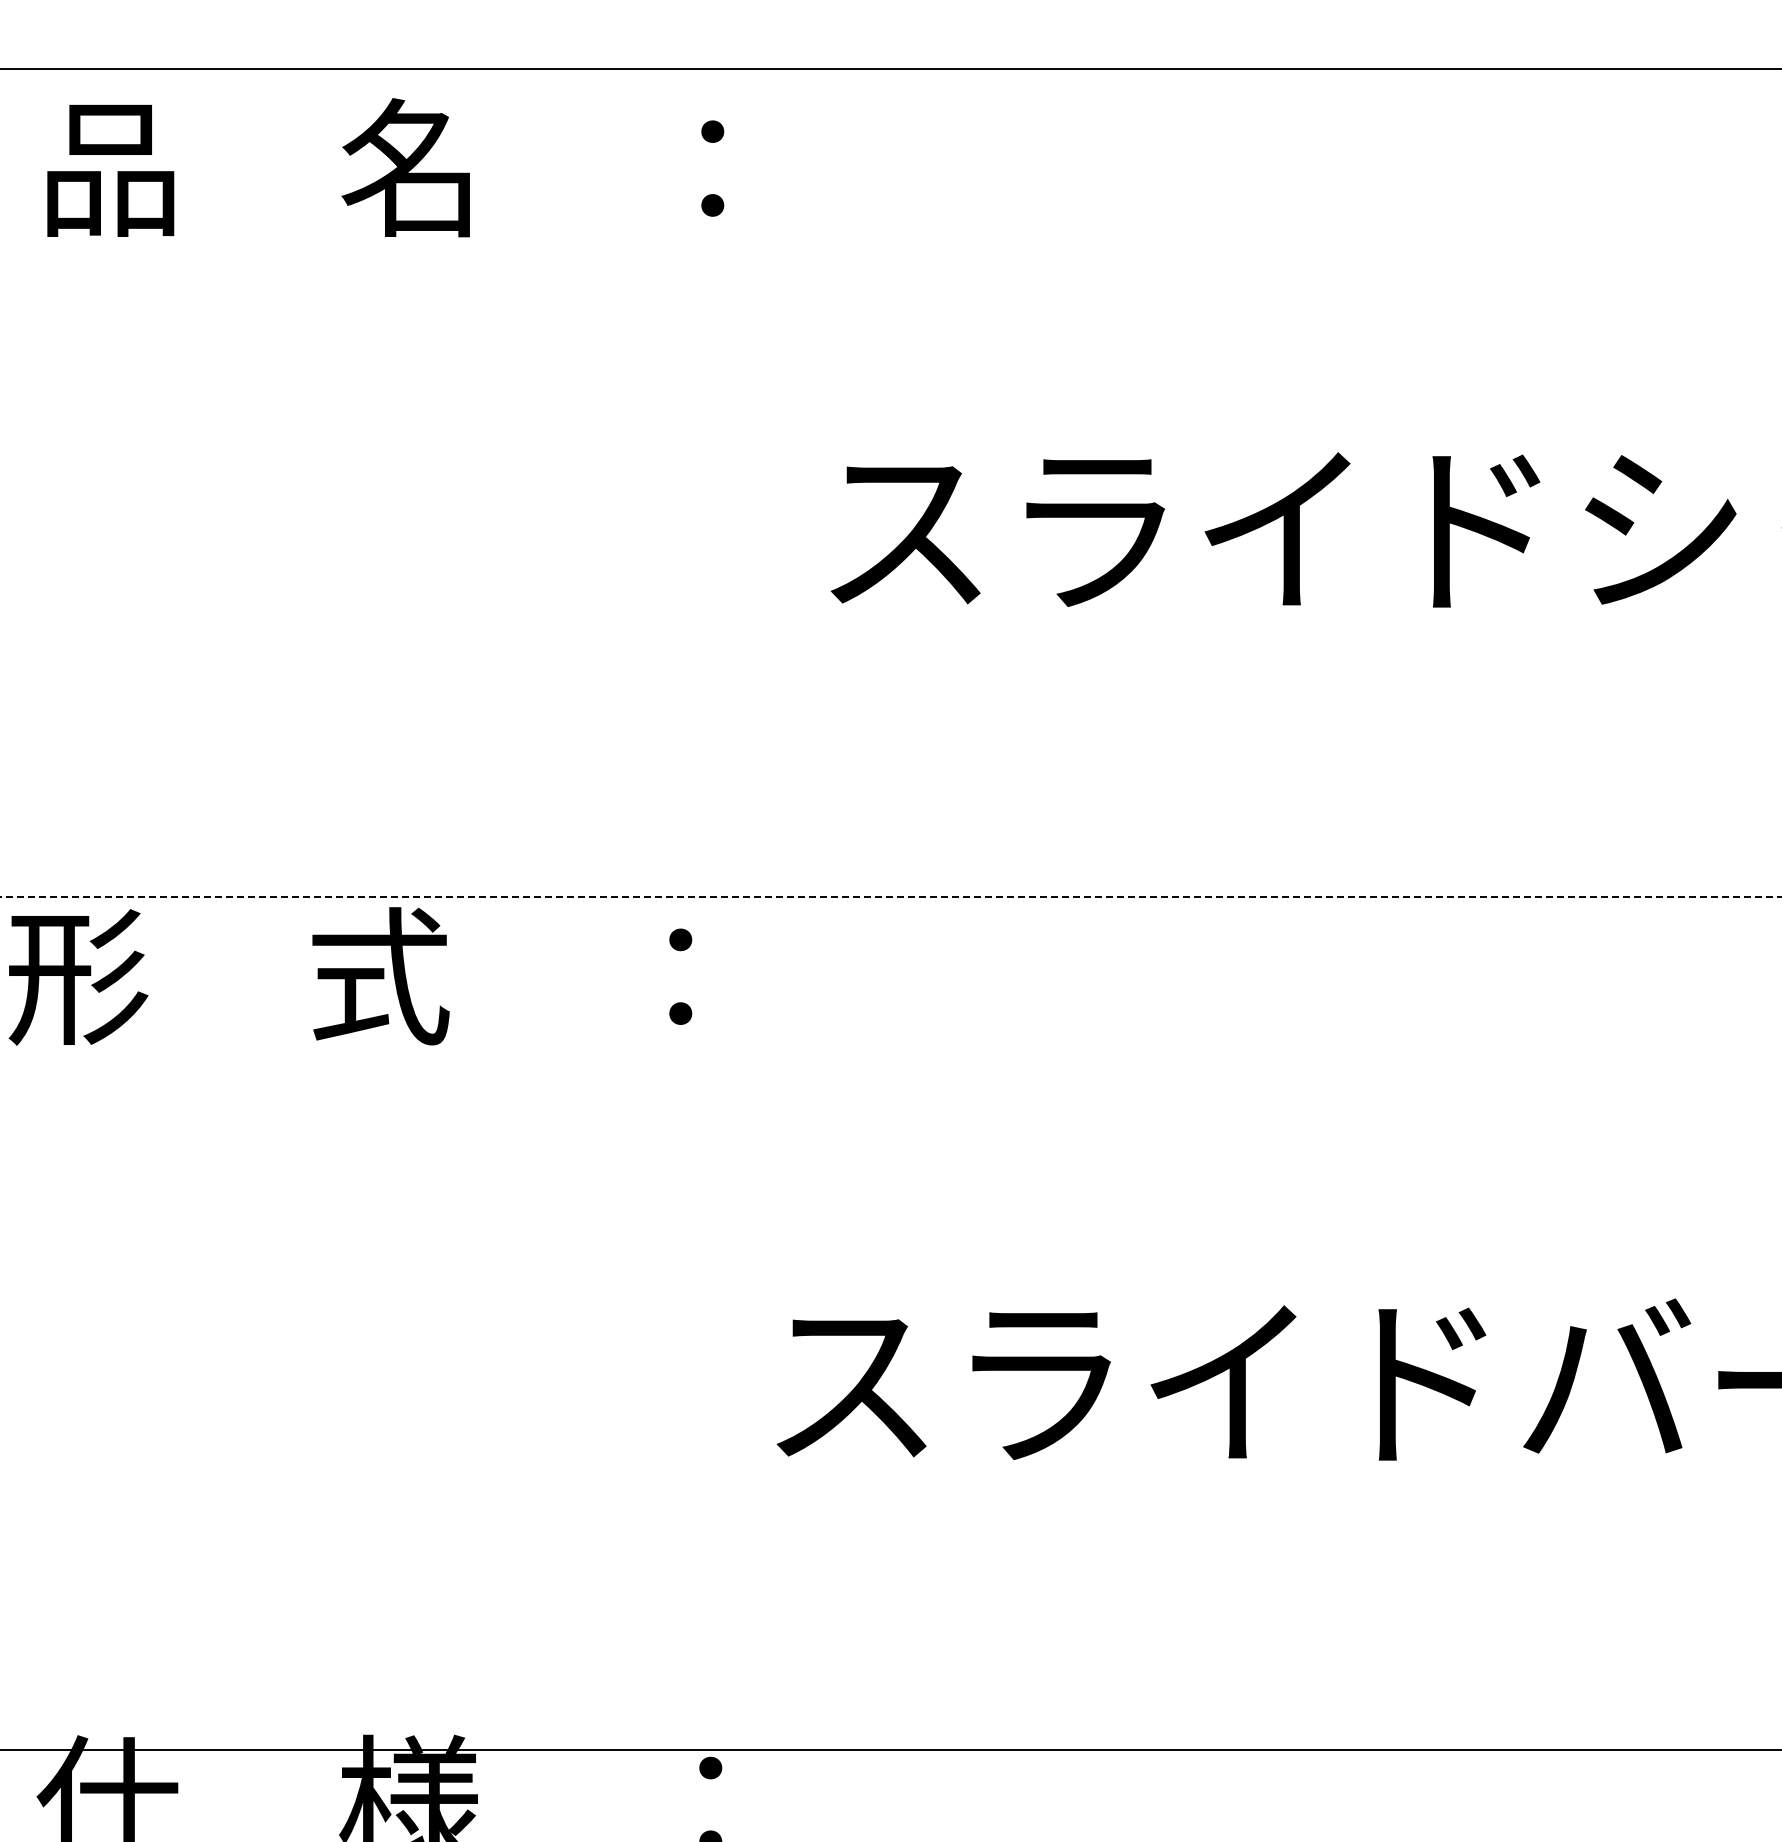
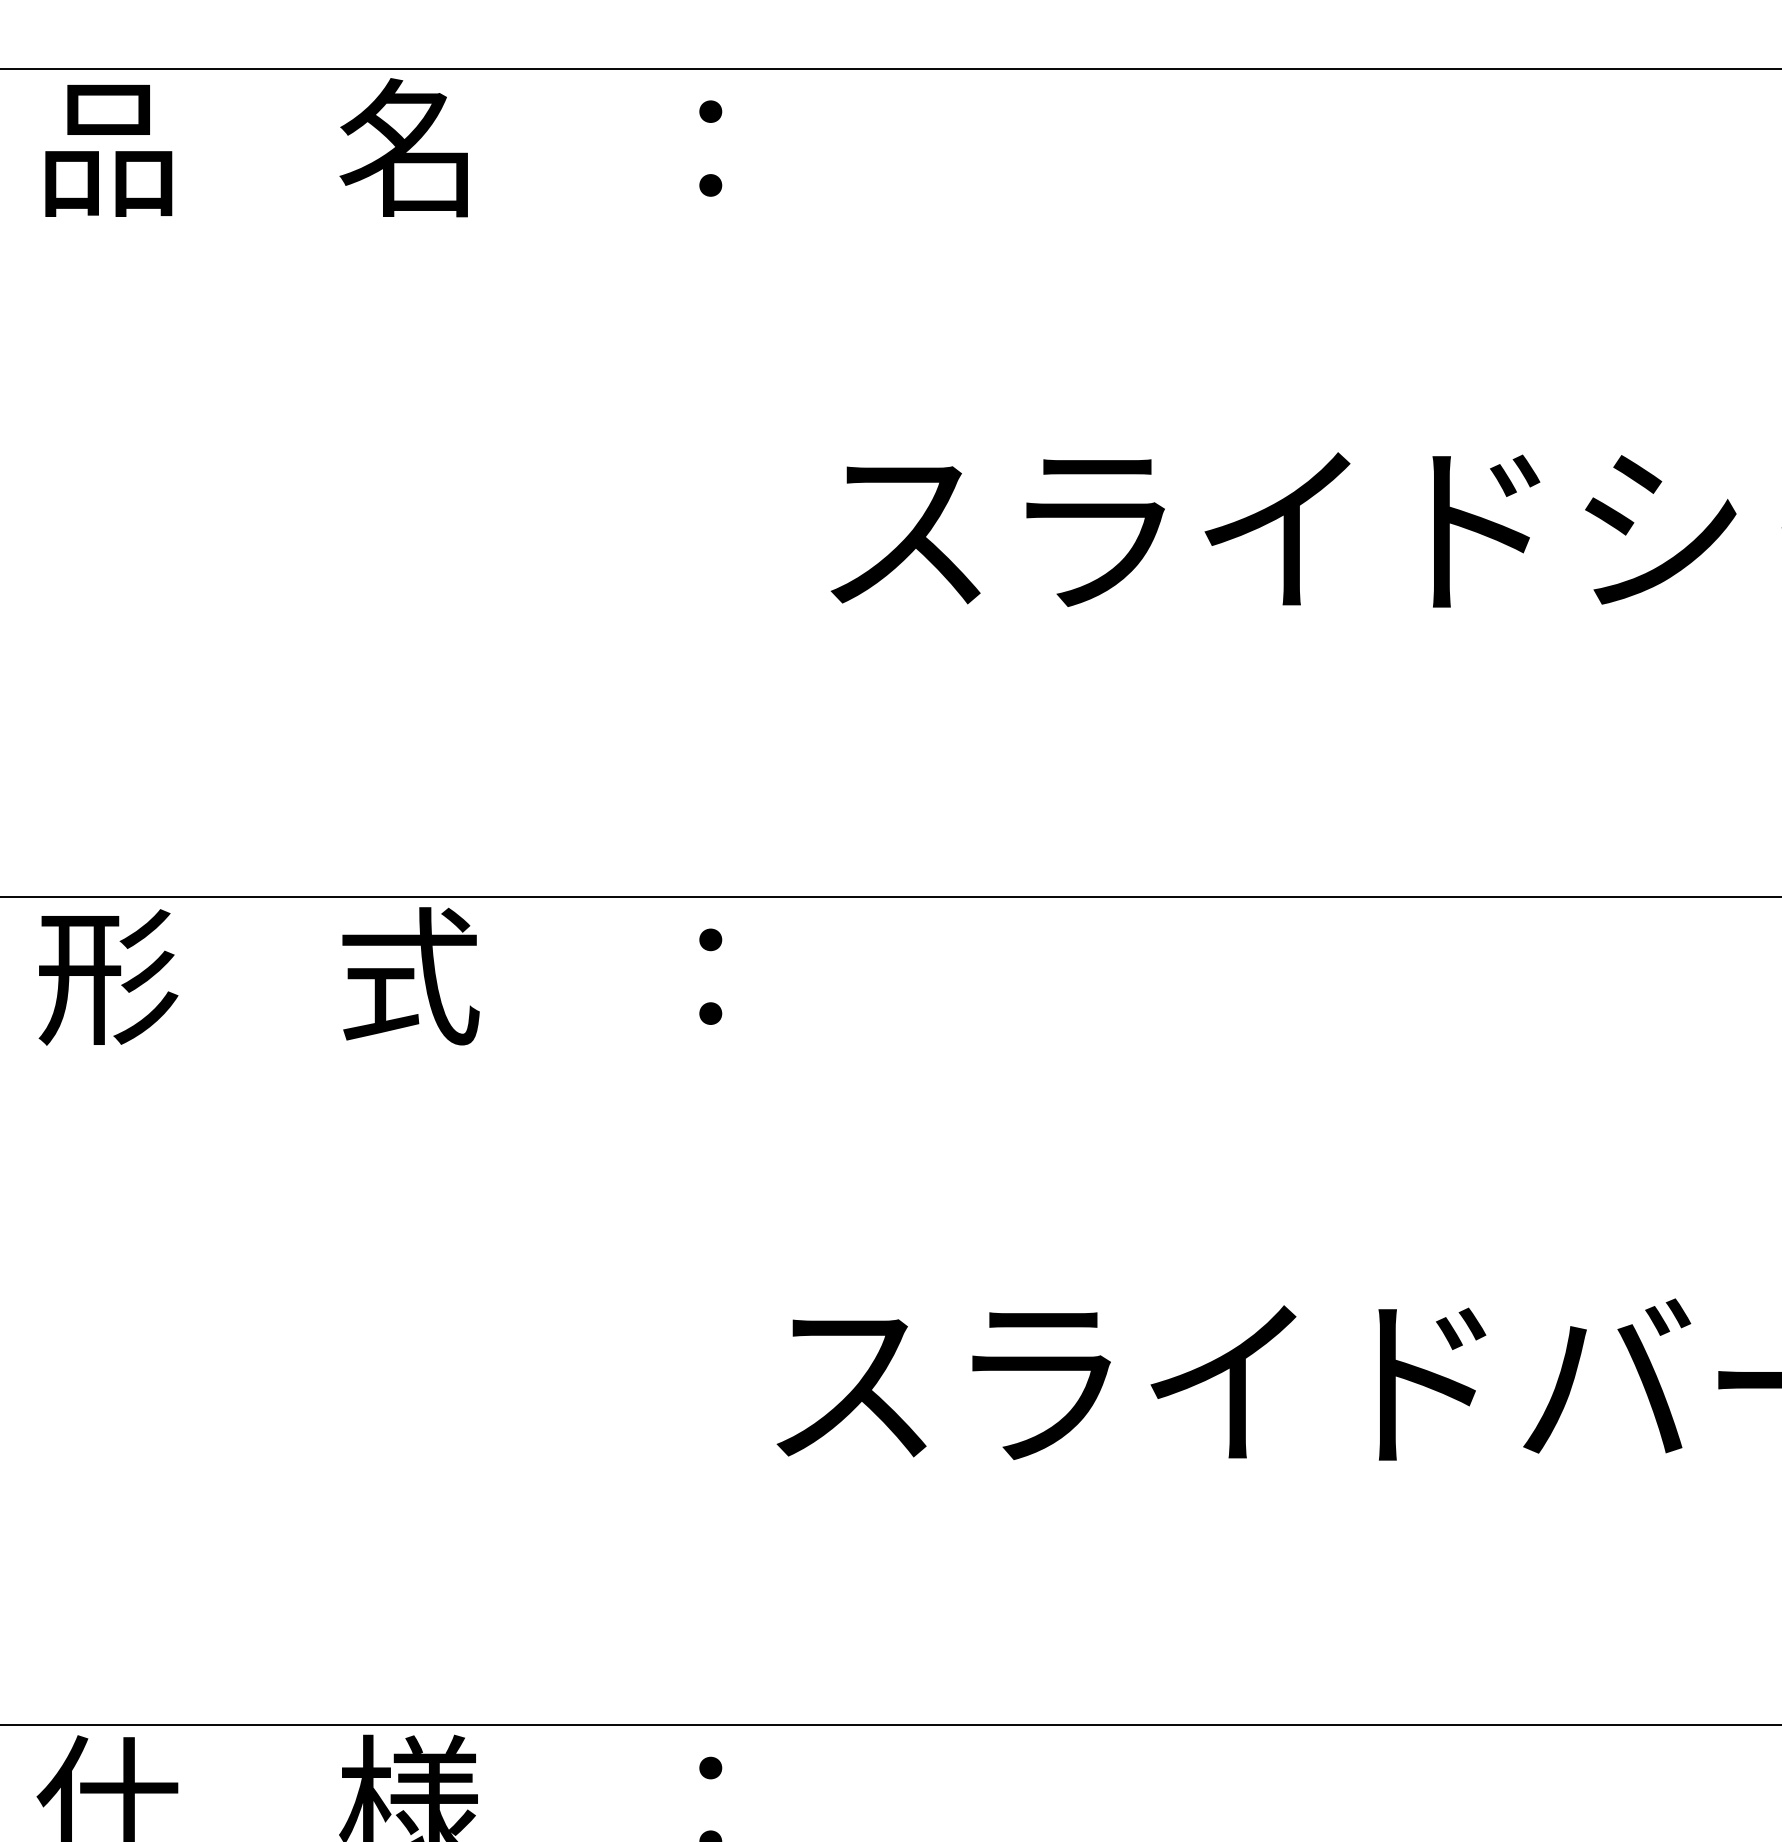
text at (385, 167) position: (385, 167) -> (383, 147)
line at (891, 896): dashed -> solid
text at (350, 976) position: (350, 976) -> (380, 976)
line at (890, 1750) position: (890, 1750) -> (890, 1725)
